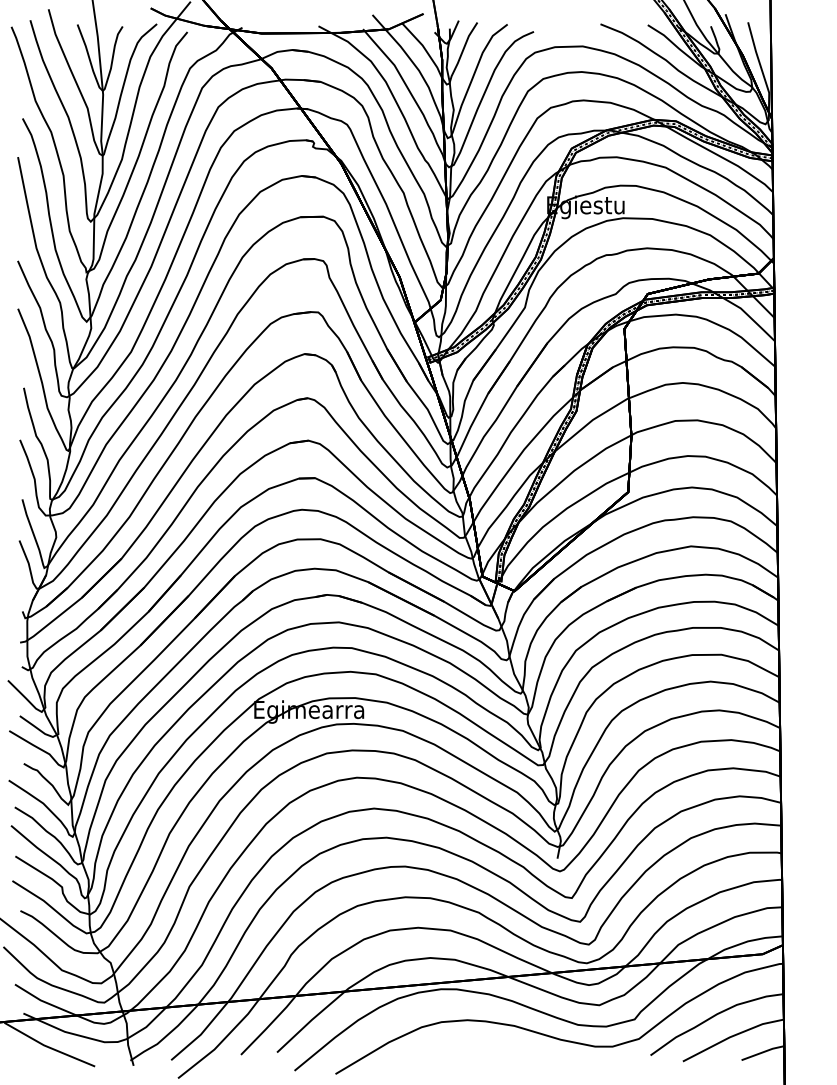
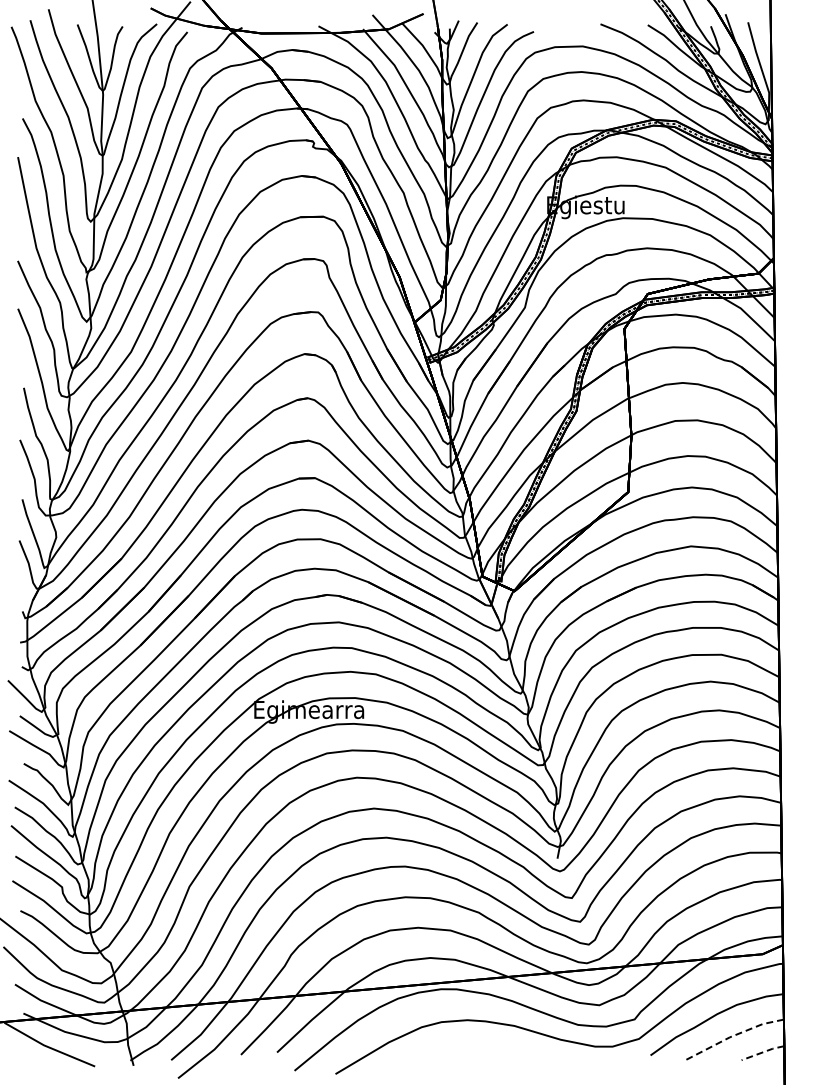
line at (731, 1036): solid -> dashed
line at (762, 1052): solid -> dashed
